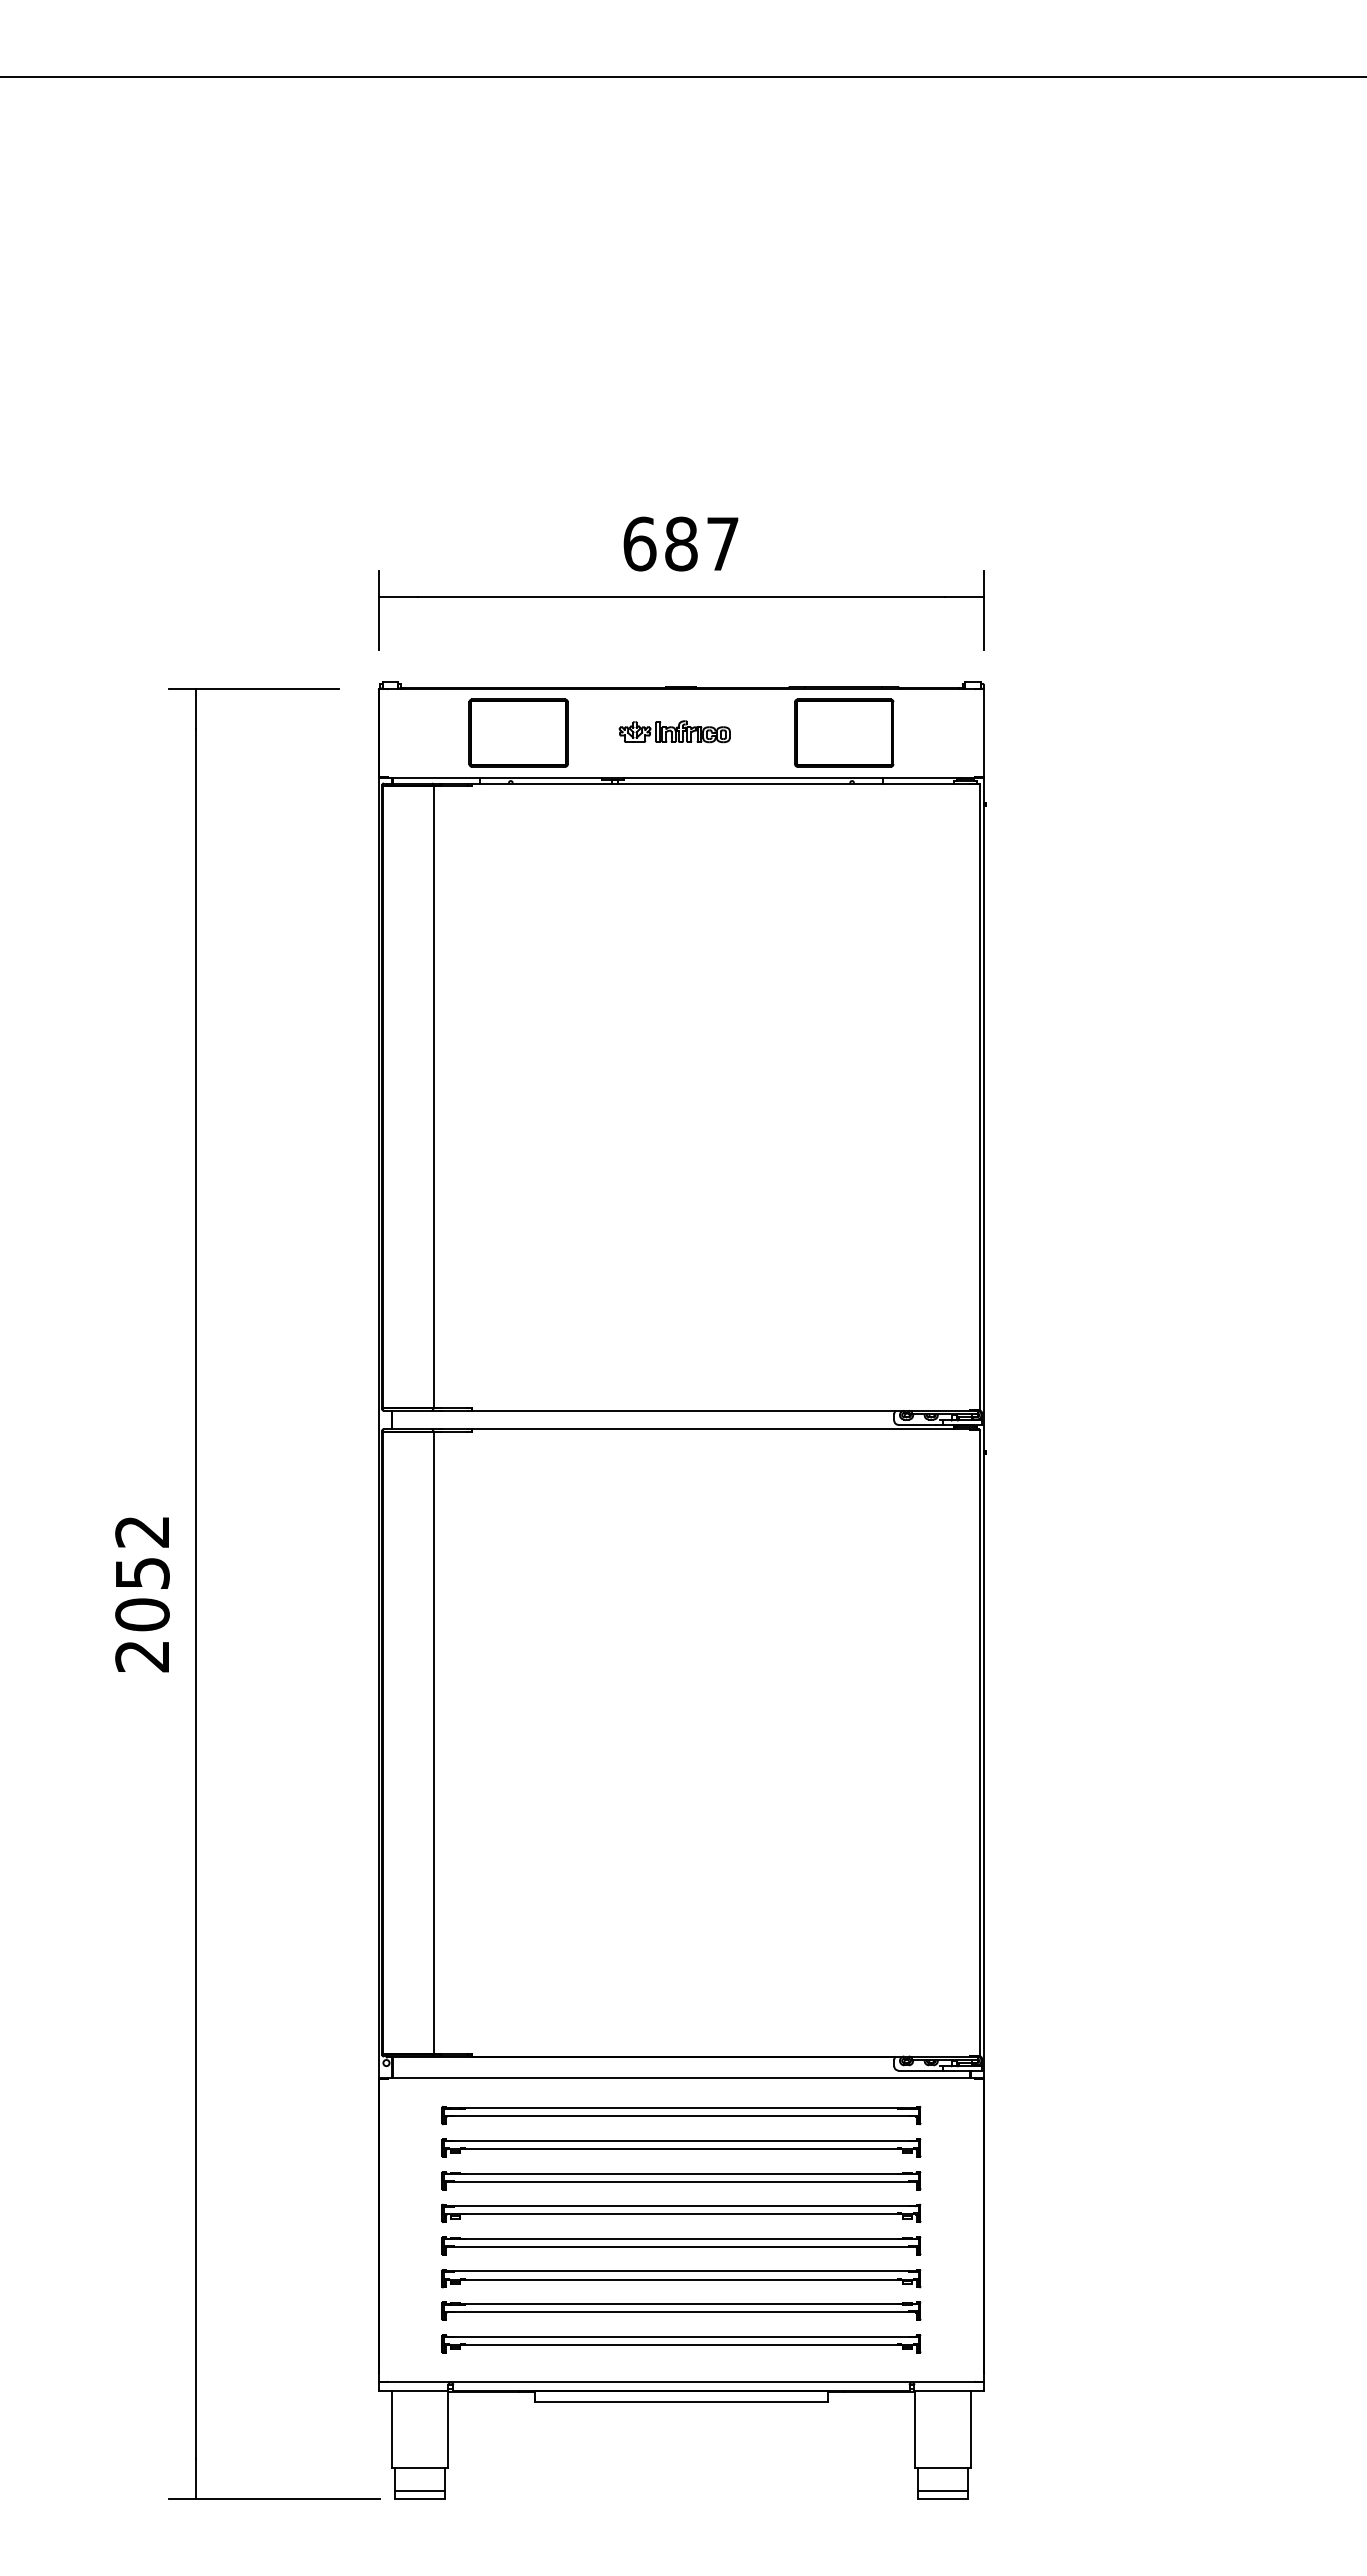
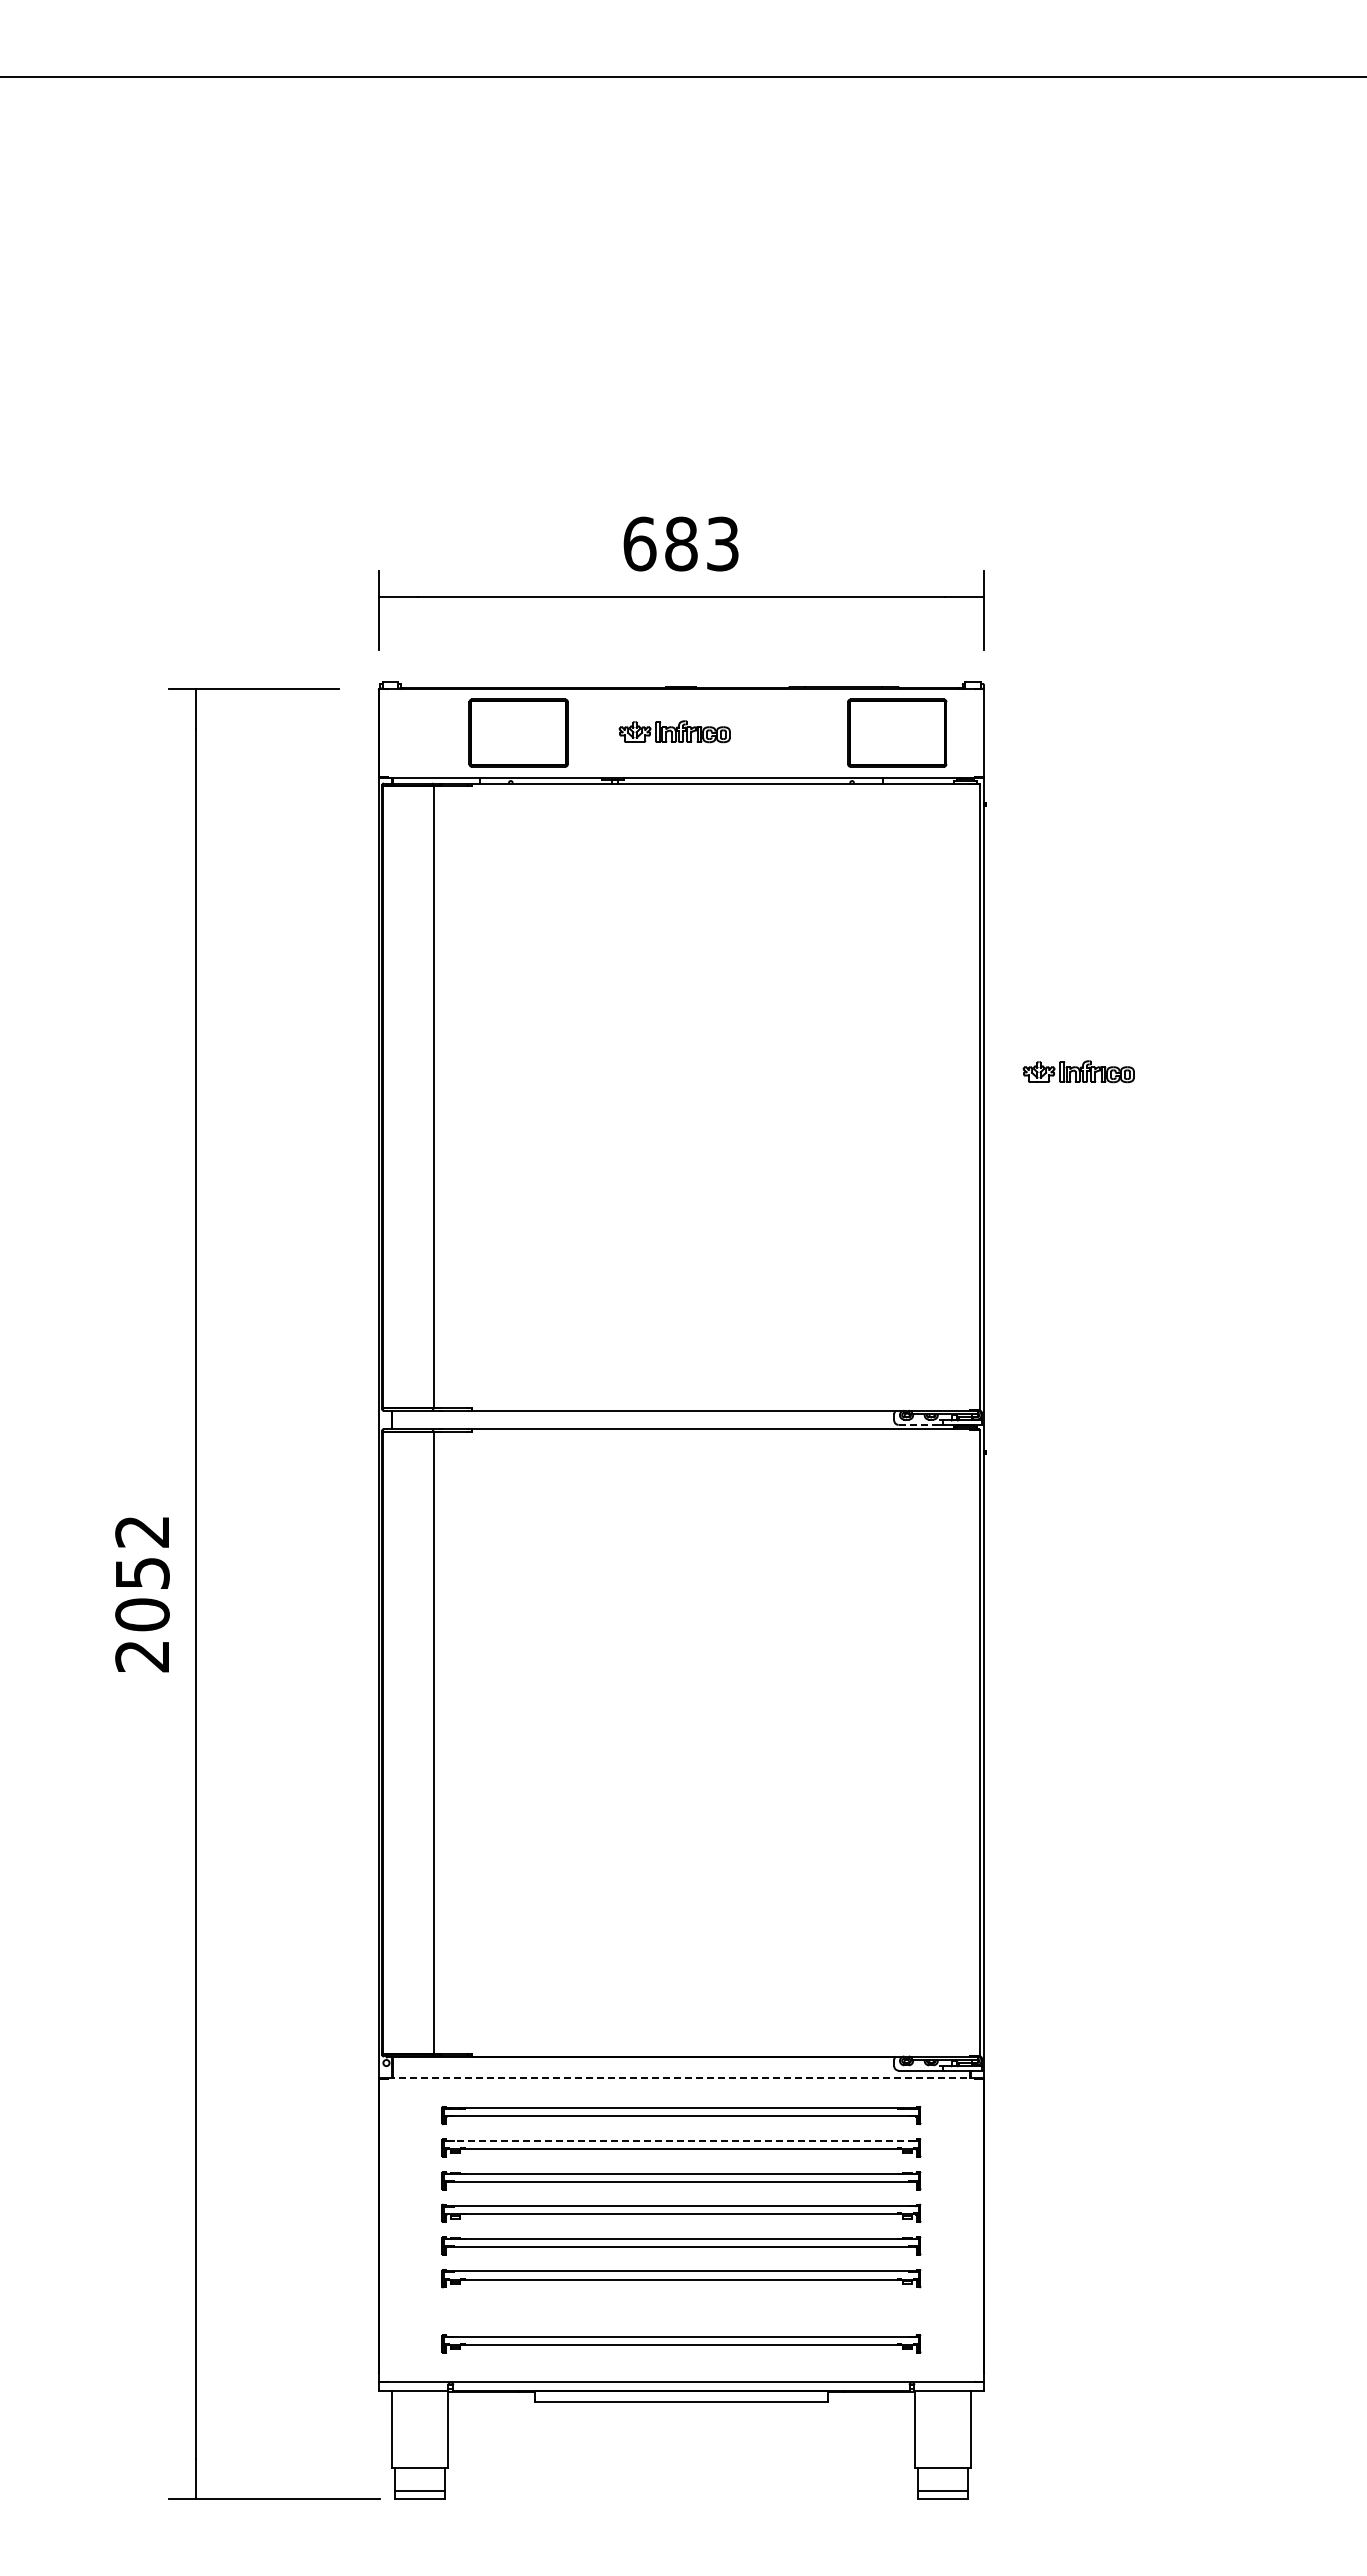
text at (722, 543): 687 -> 683
part at (844, 732) position: (844, 732) -> (897, 732)
part at (1078, 1071): none -> present
line at (917, 1424): solid -> dashed
line at (681, 2078): solid -> dashed
line at (681, 2140): solid -> dashed
part at (681, 2310): present -> none
